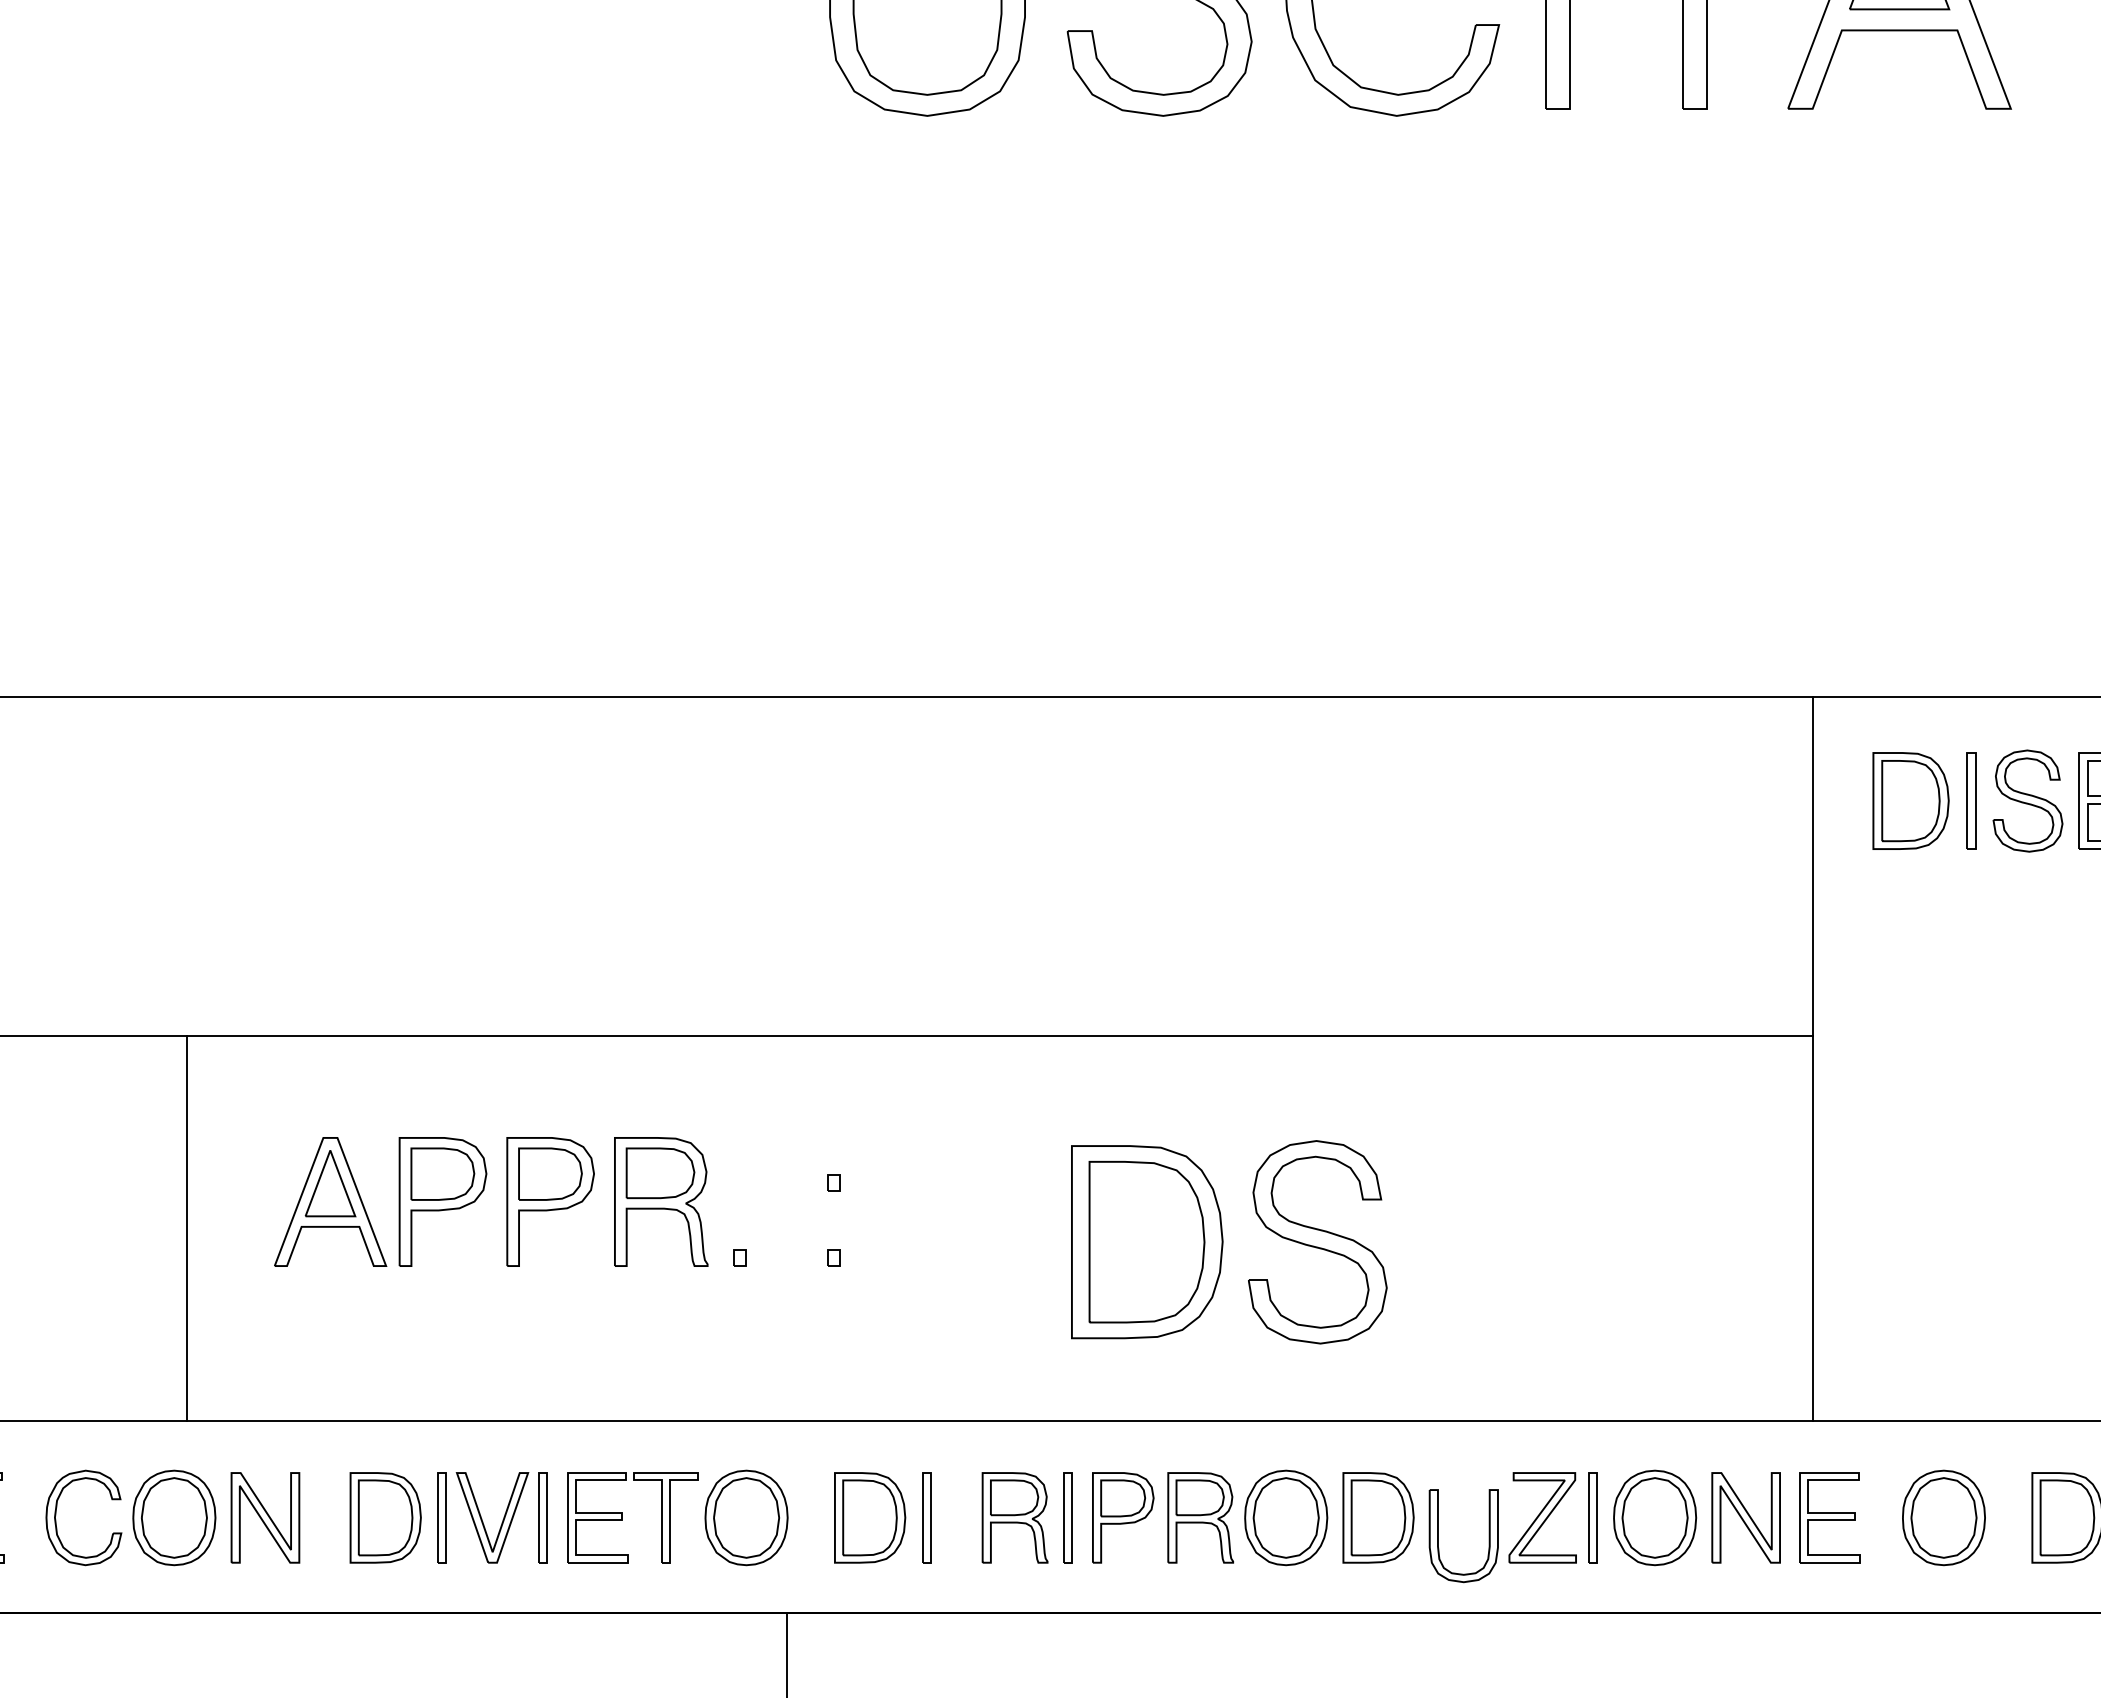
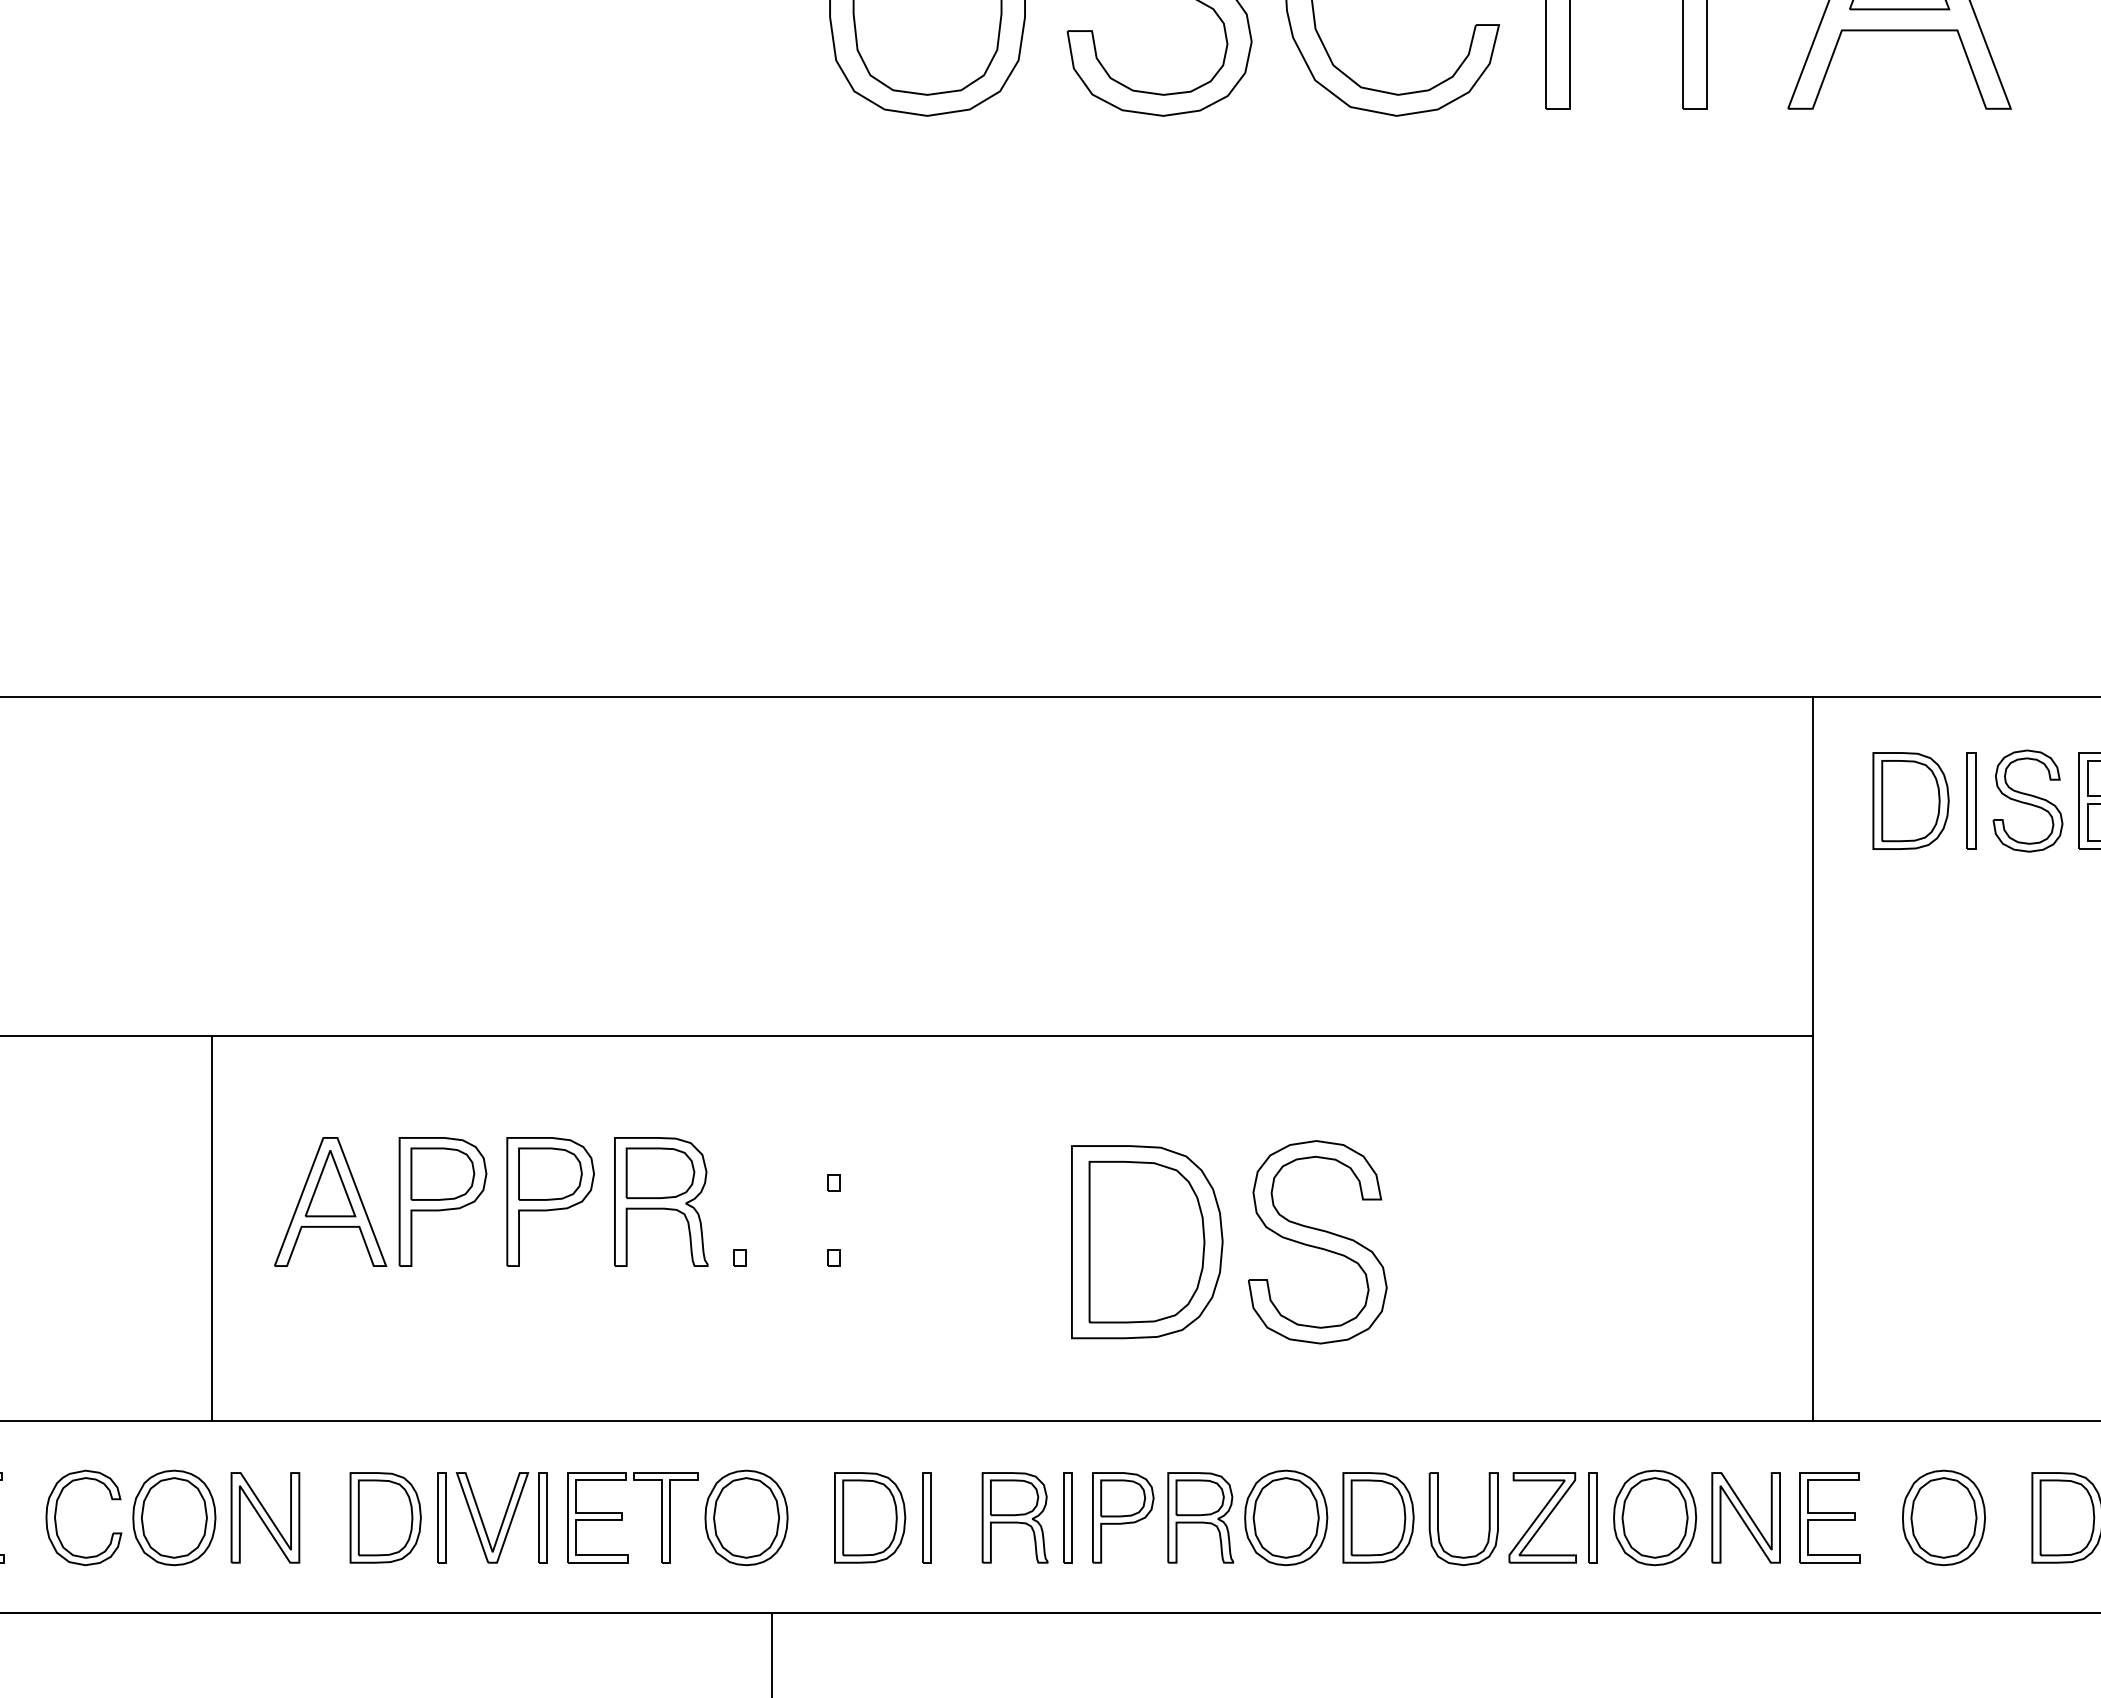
line at (186, 1228) position: (186, 1228) -> (211, 1228)
part at (1438, 1536) position: (1438, 1536) -> (1438, 1519)
line at (787, 1653) position: (787, 1653) -> (772, 1653)
